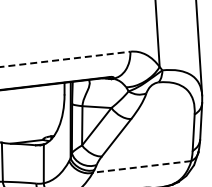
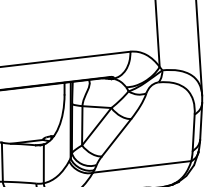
line at (65, 59): dashed -> solid
line at (142, 166): dashed -> solid
